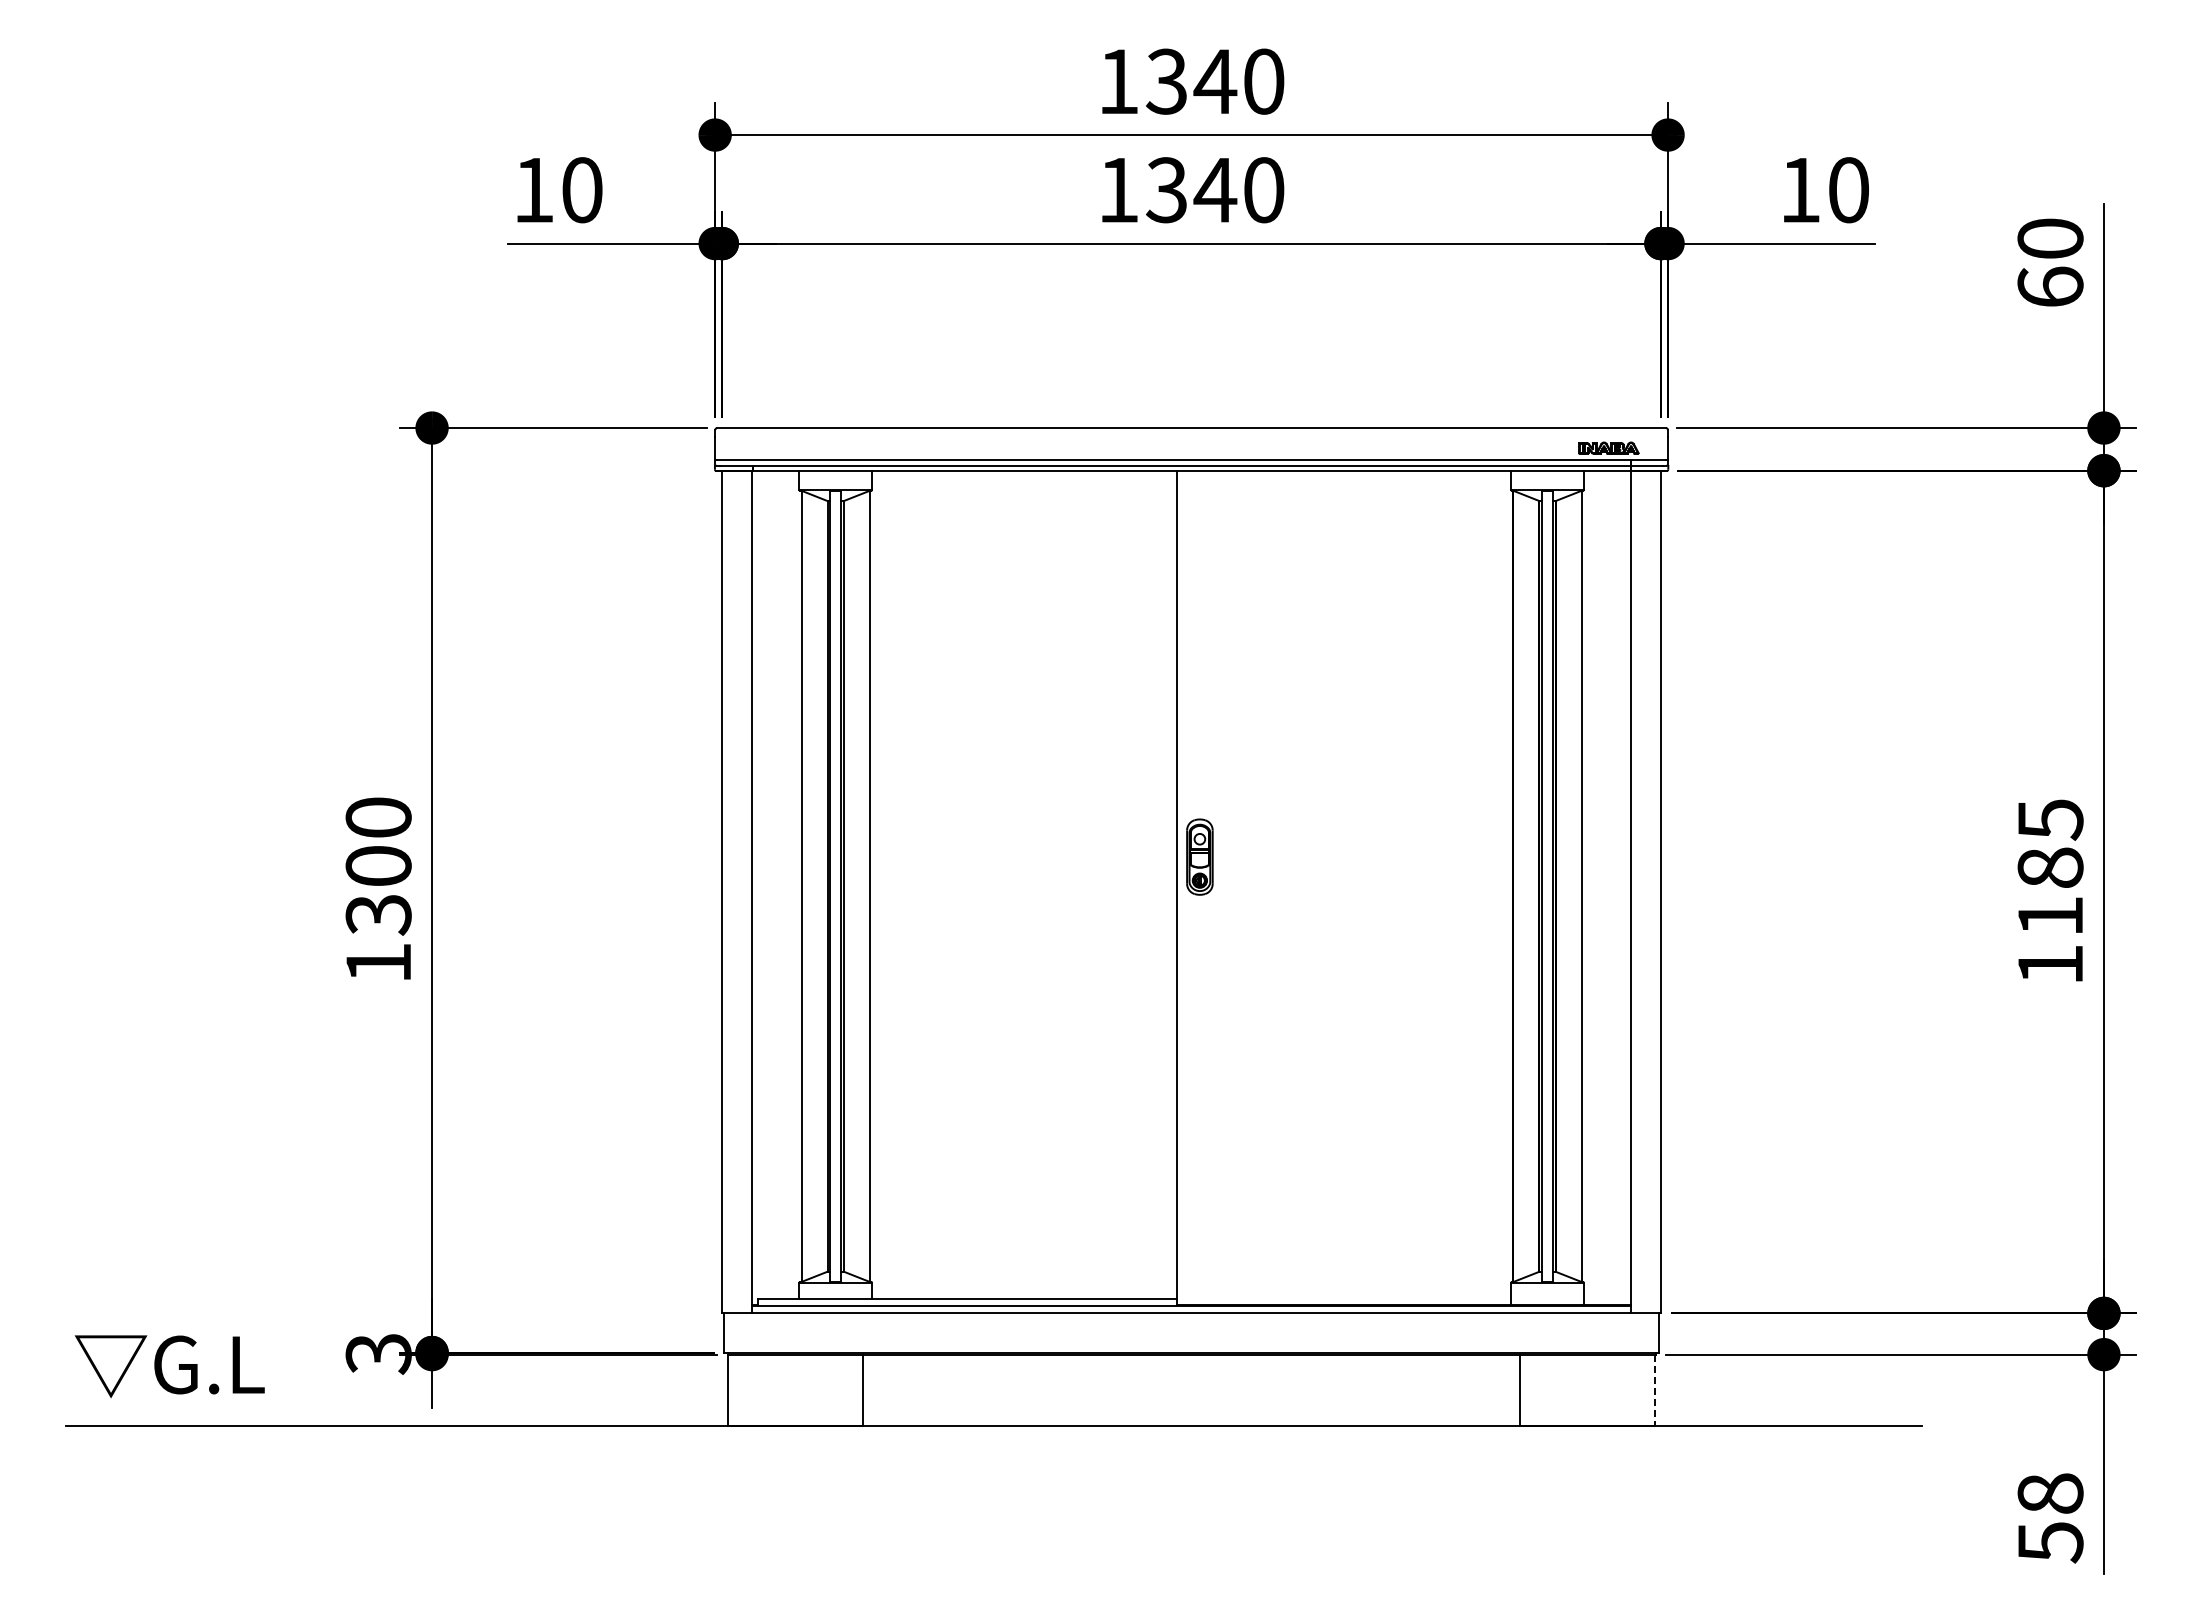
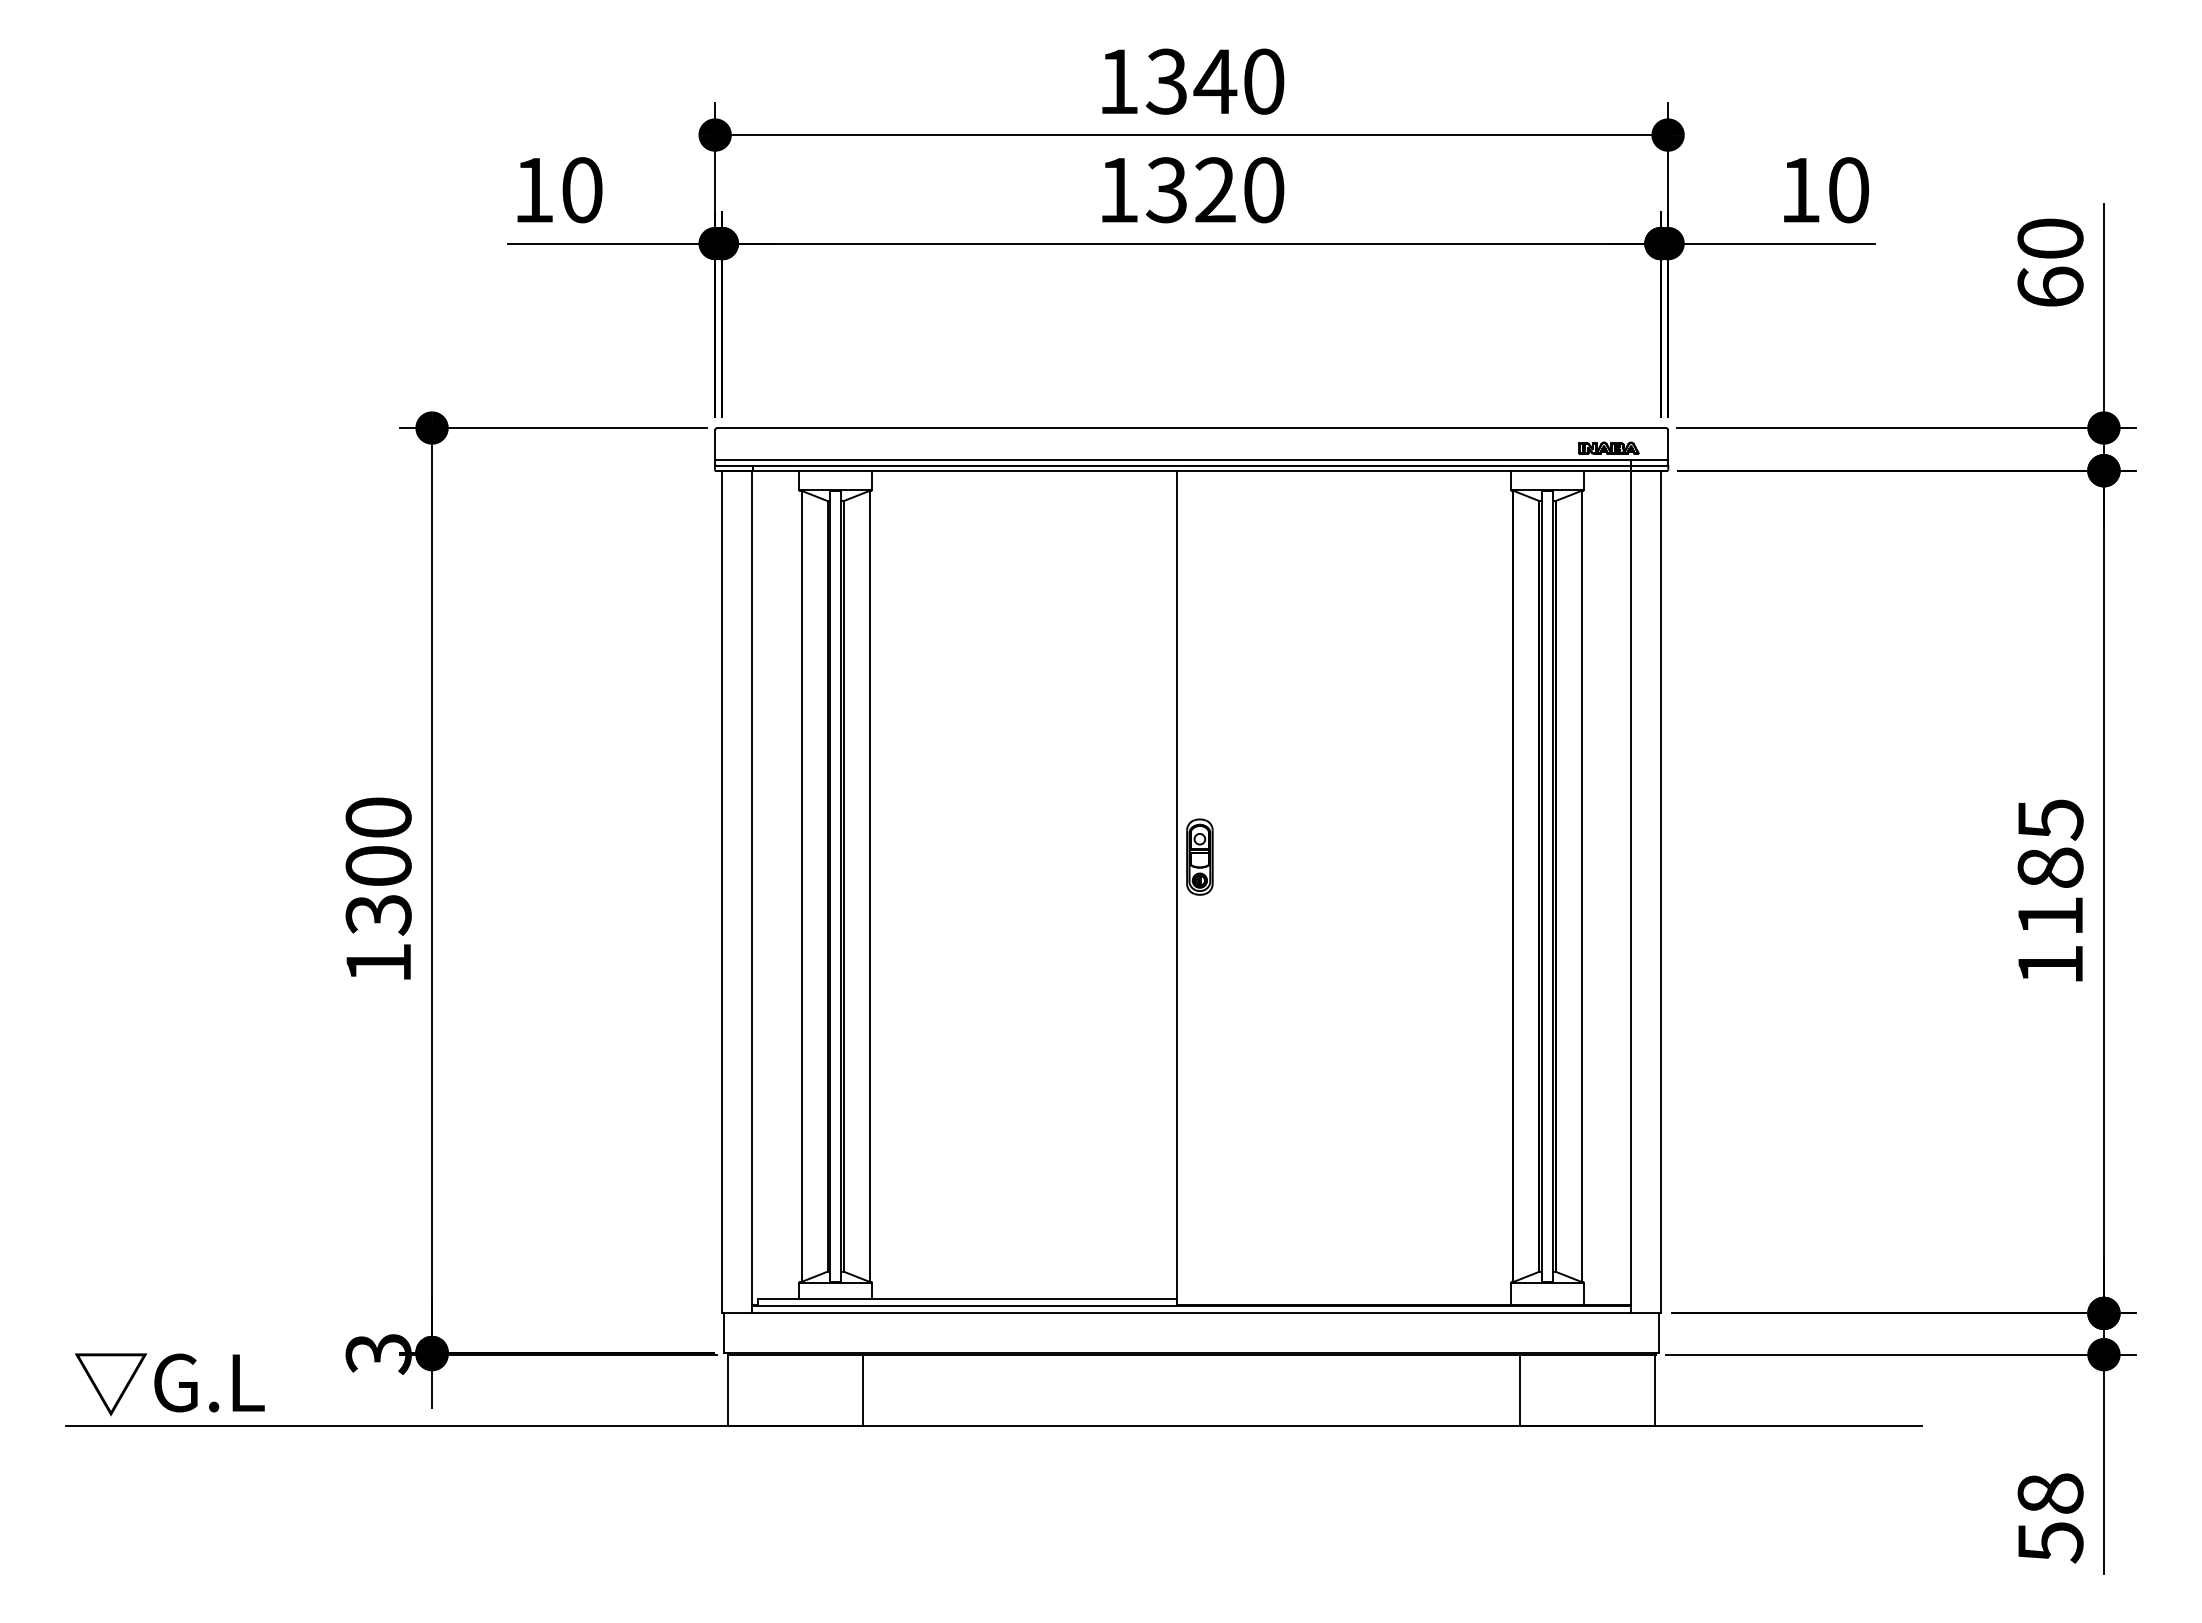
text at (1215, 189): 1340 -> 1320
text at (169, 1366) position: (169, 1366) -> (169, 1384)
line at (1655, 1390): dashed -> solid
